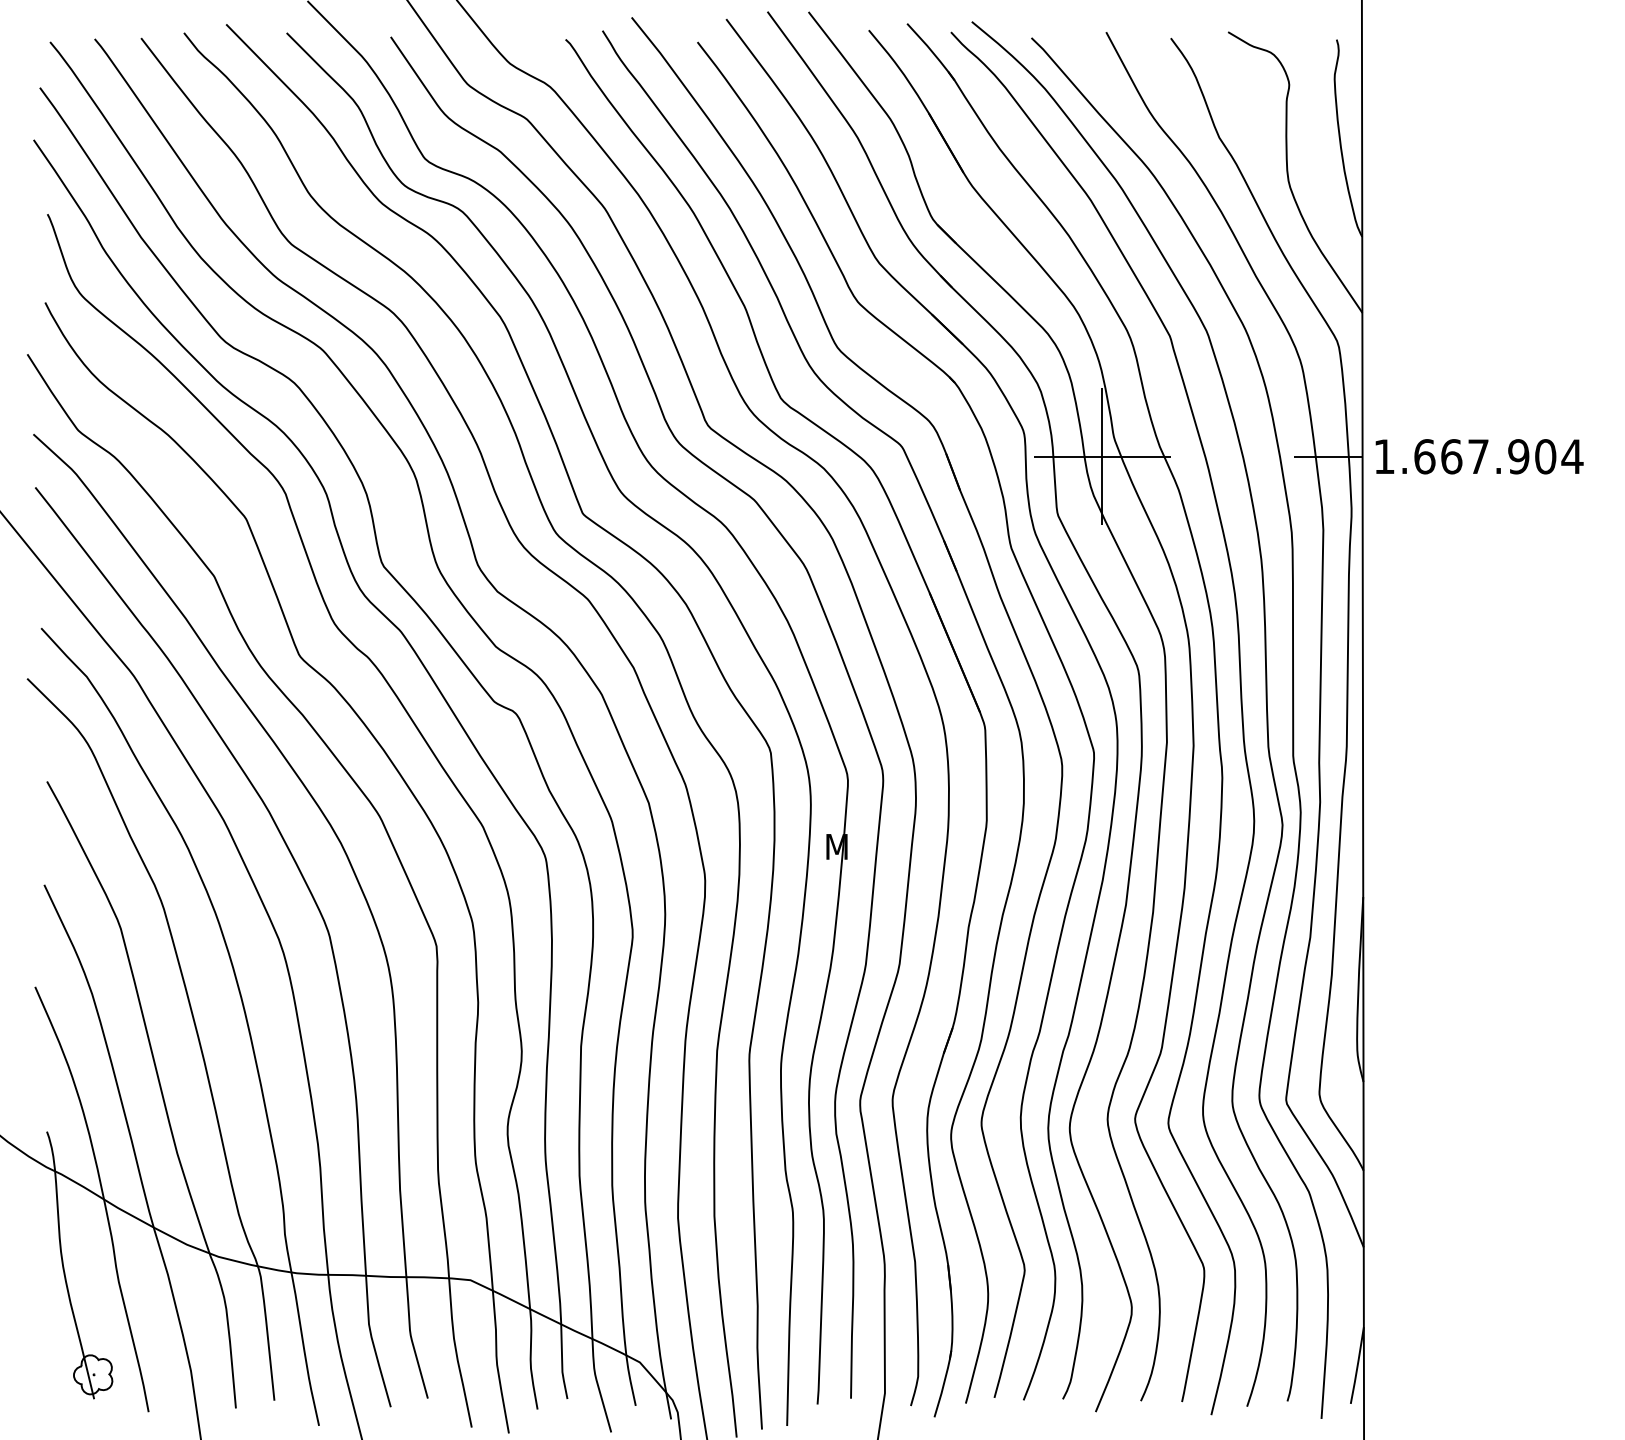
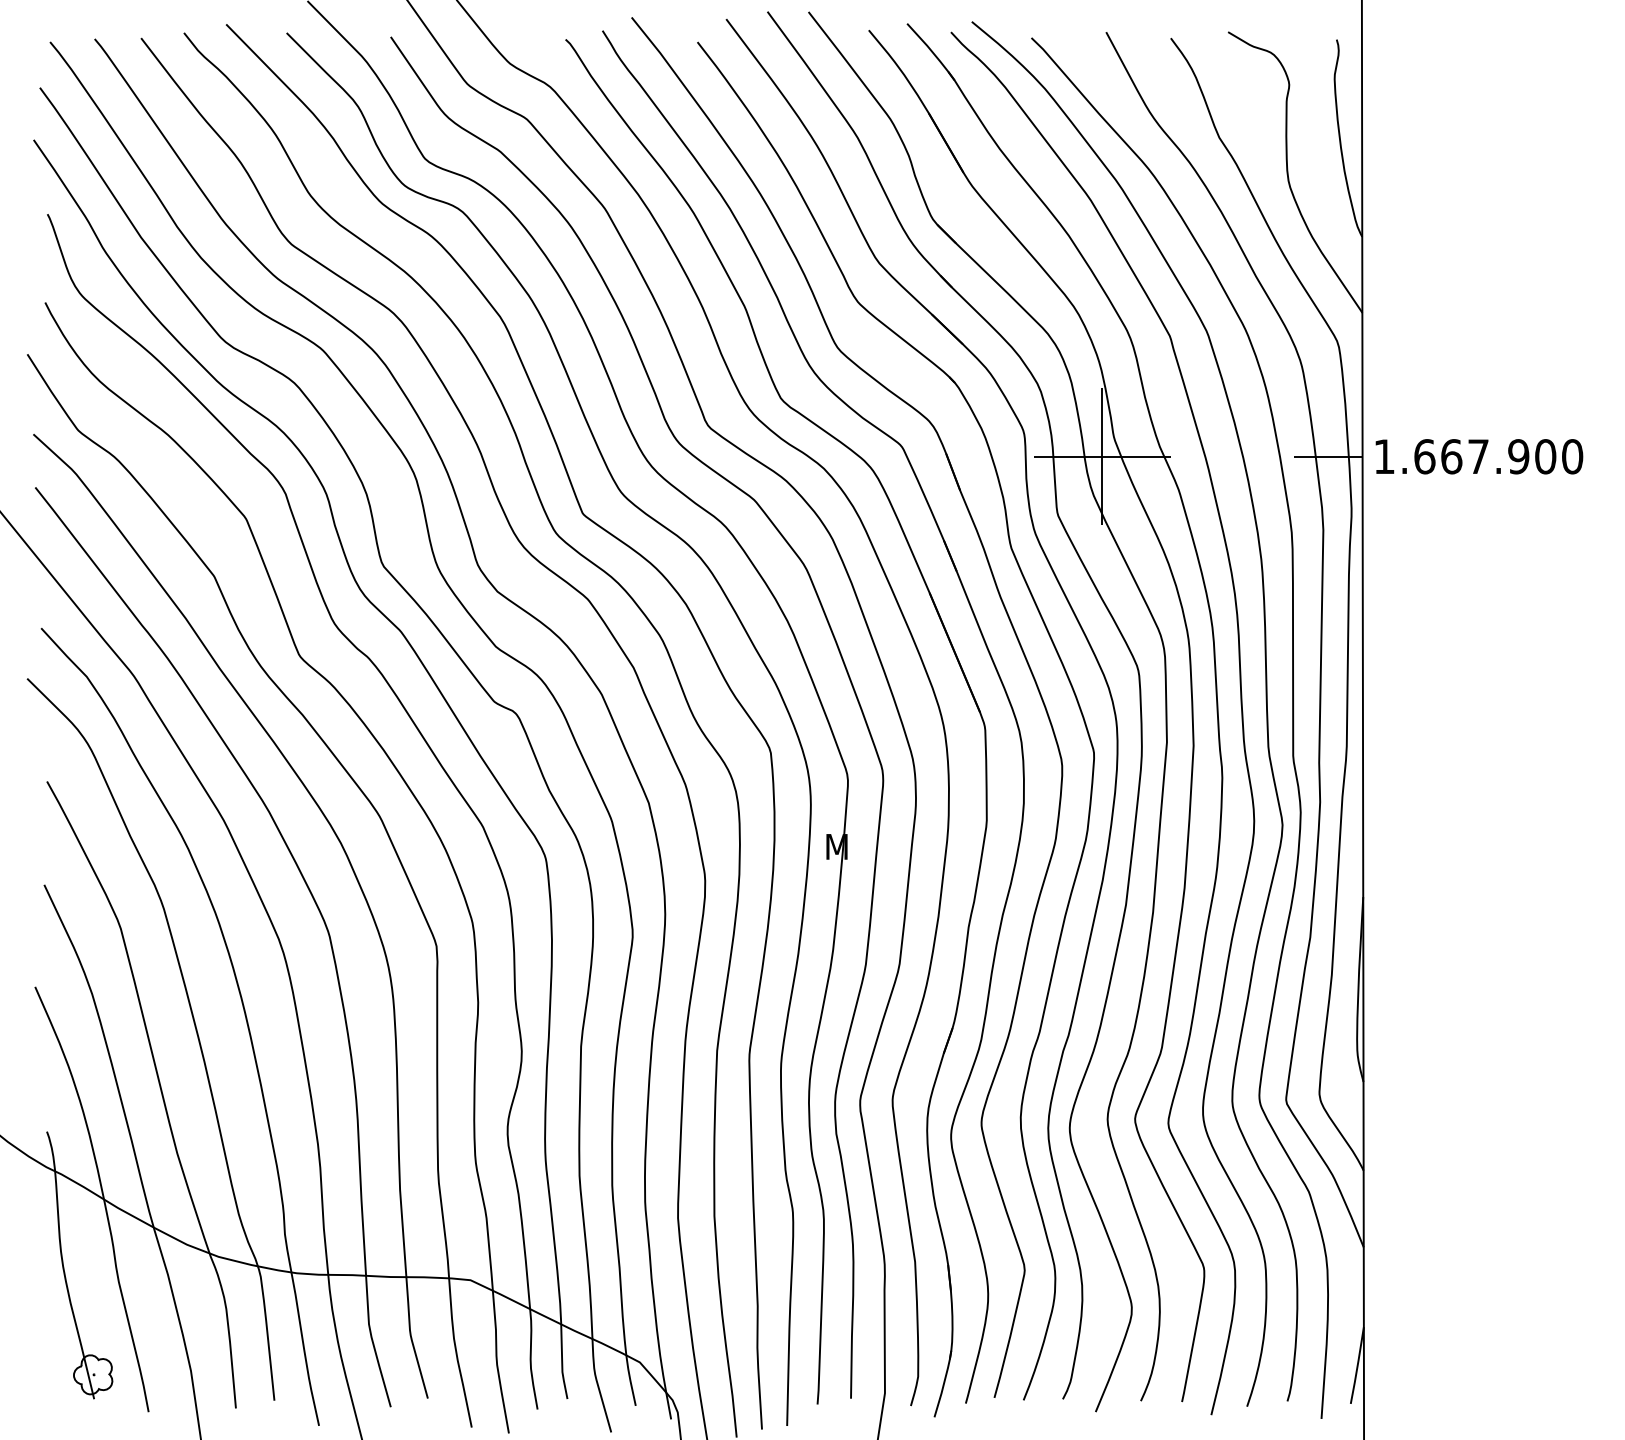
text at (1572, 456): 1.667.904 -> 1.667.900
